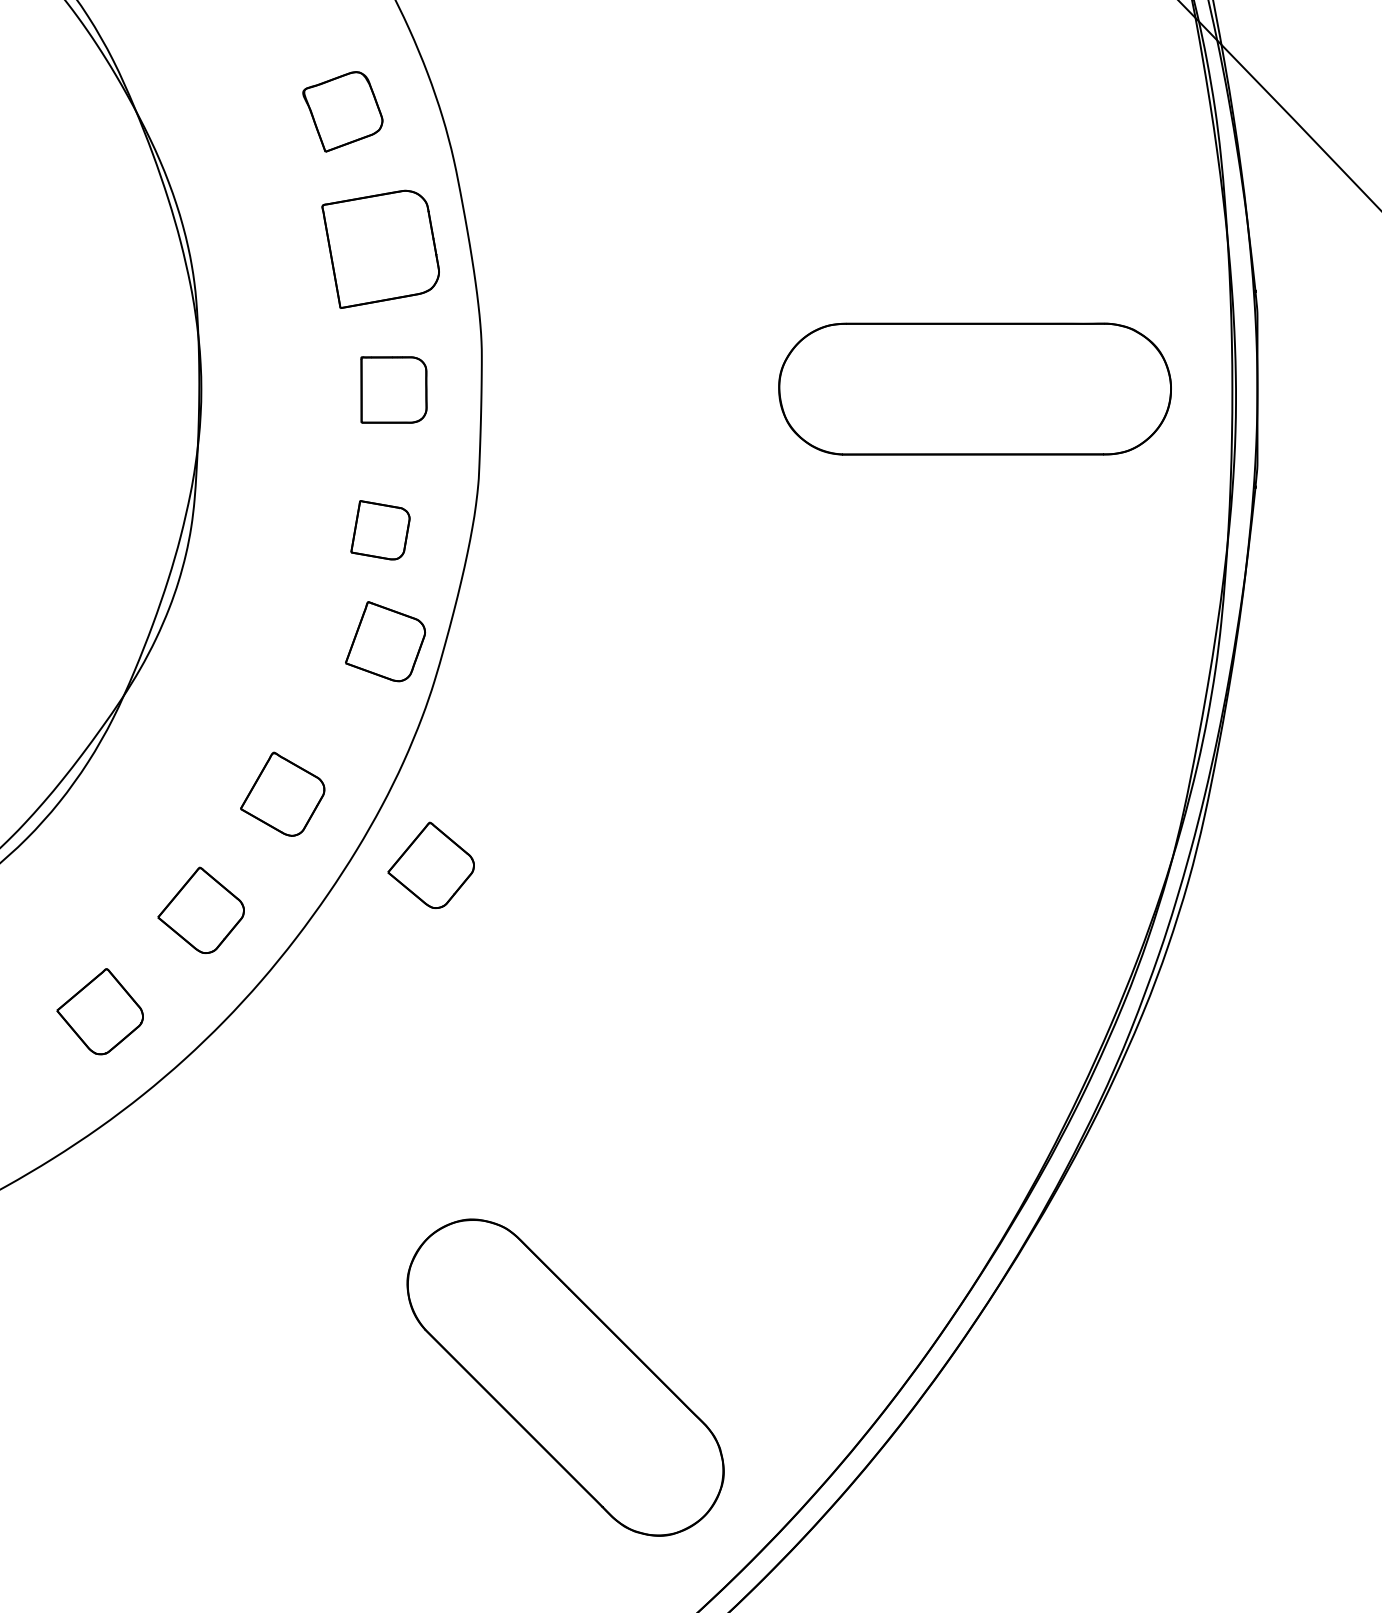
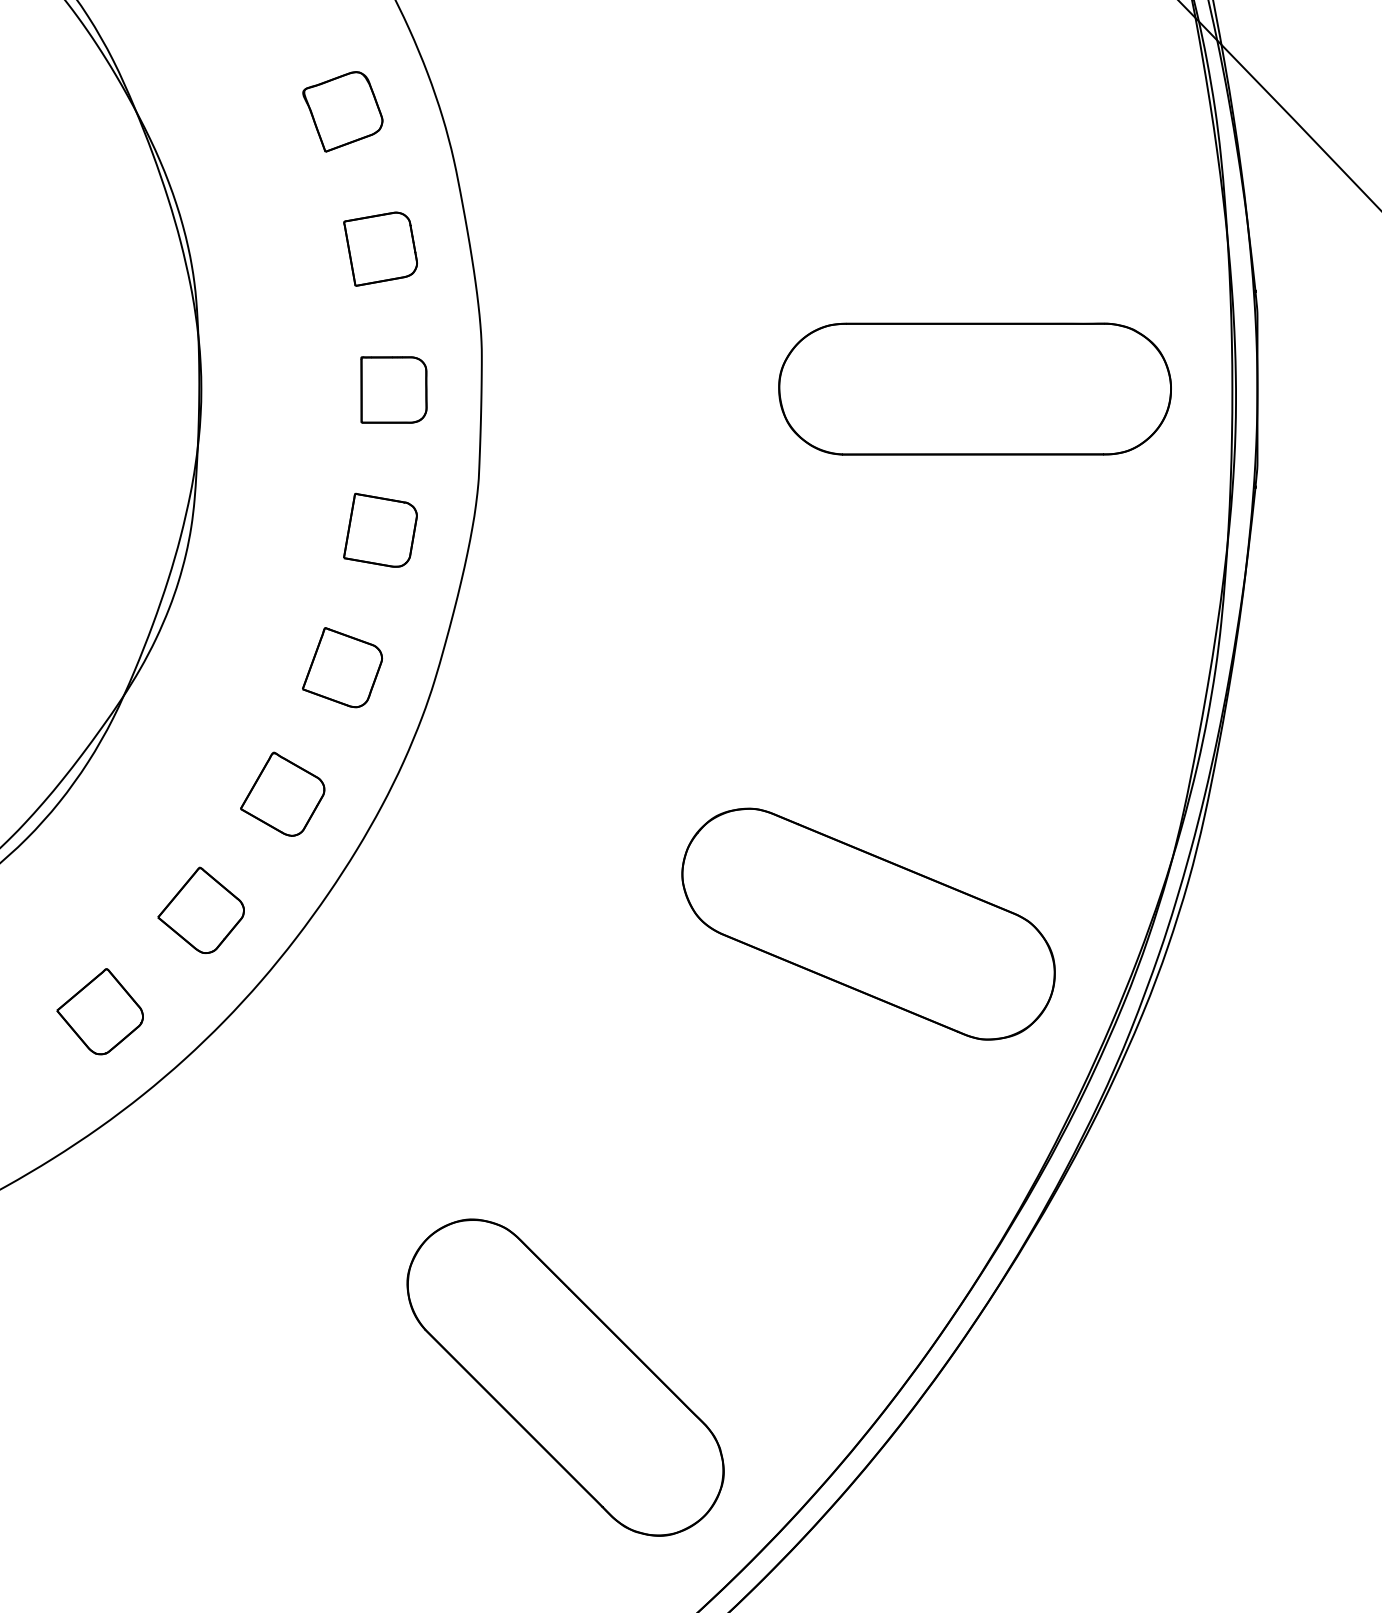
part at (380, 248) size: 119x120 px -> 75x76 px
part at (380, 530) size: 61x61 px -> 75x76 px
part at (385, 641) position: (385, 641) -> (342, 667)
part at (430, 864): present -> none
part at (868, 923): none -> present
